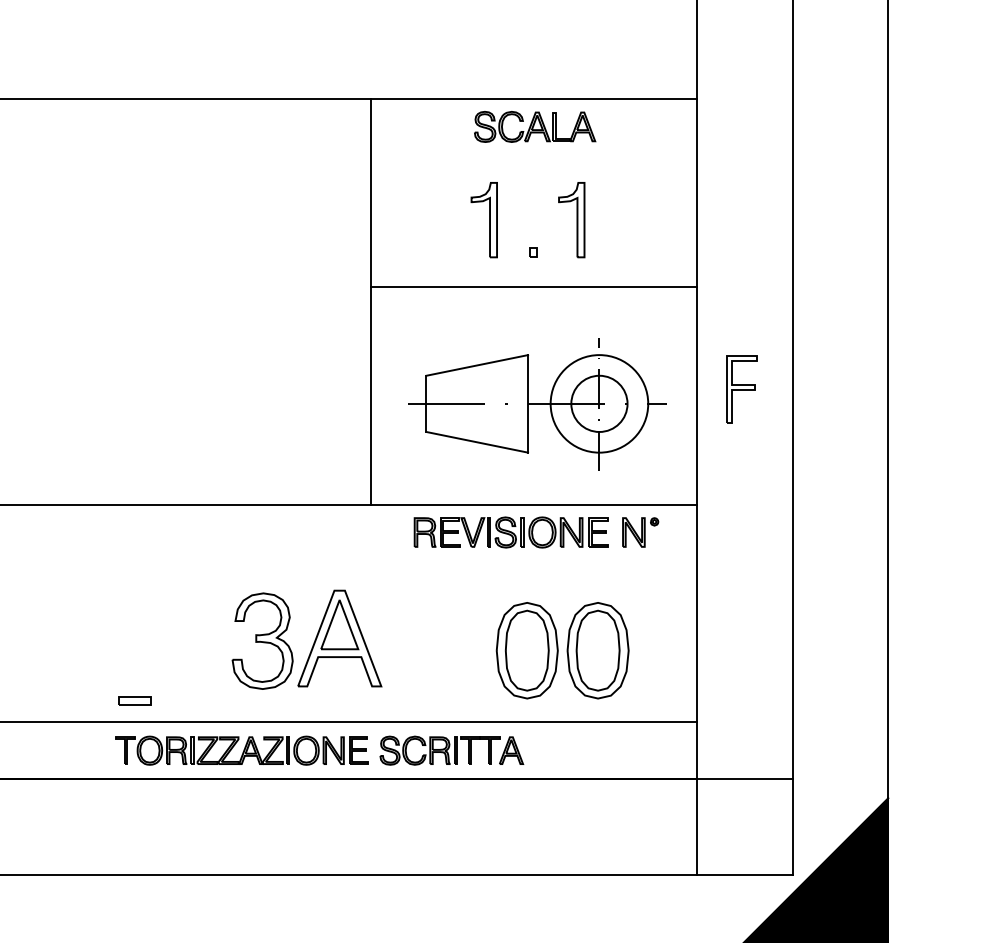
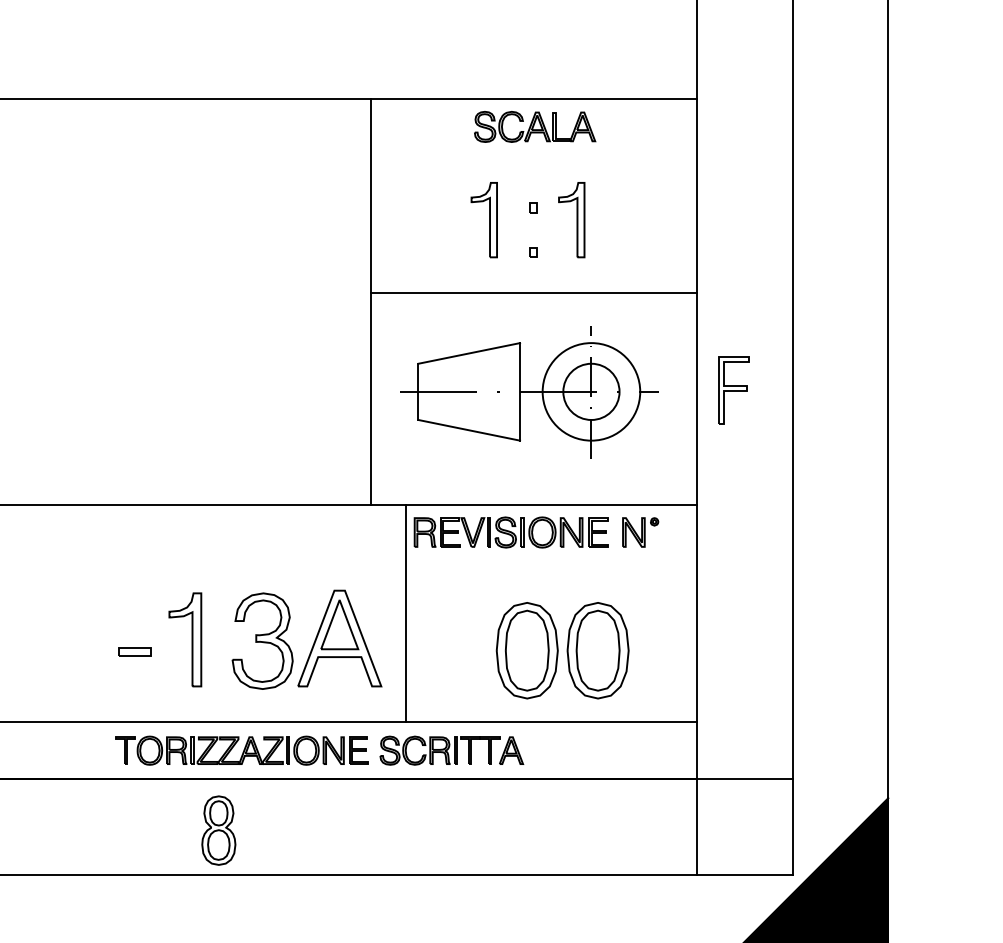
part at (533, 207): none -> present
line at (533, 287) position: (533, 287) -> (533, 293)
part at (741, 389) position: (741, 389) -> (733, 390)
part at (537, 404) position: (537, 404) -> (529, 392)
line at (405, 613): none -> present
part at (185, 639): none -> present
part at (134, 700) position: (134, 700) -> (134, 651)
part at (218, 830): none -> present
